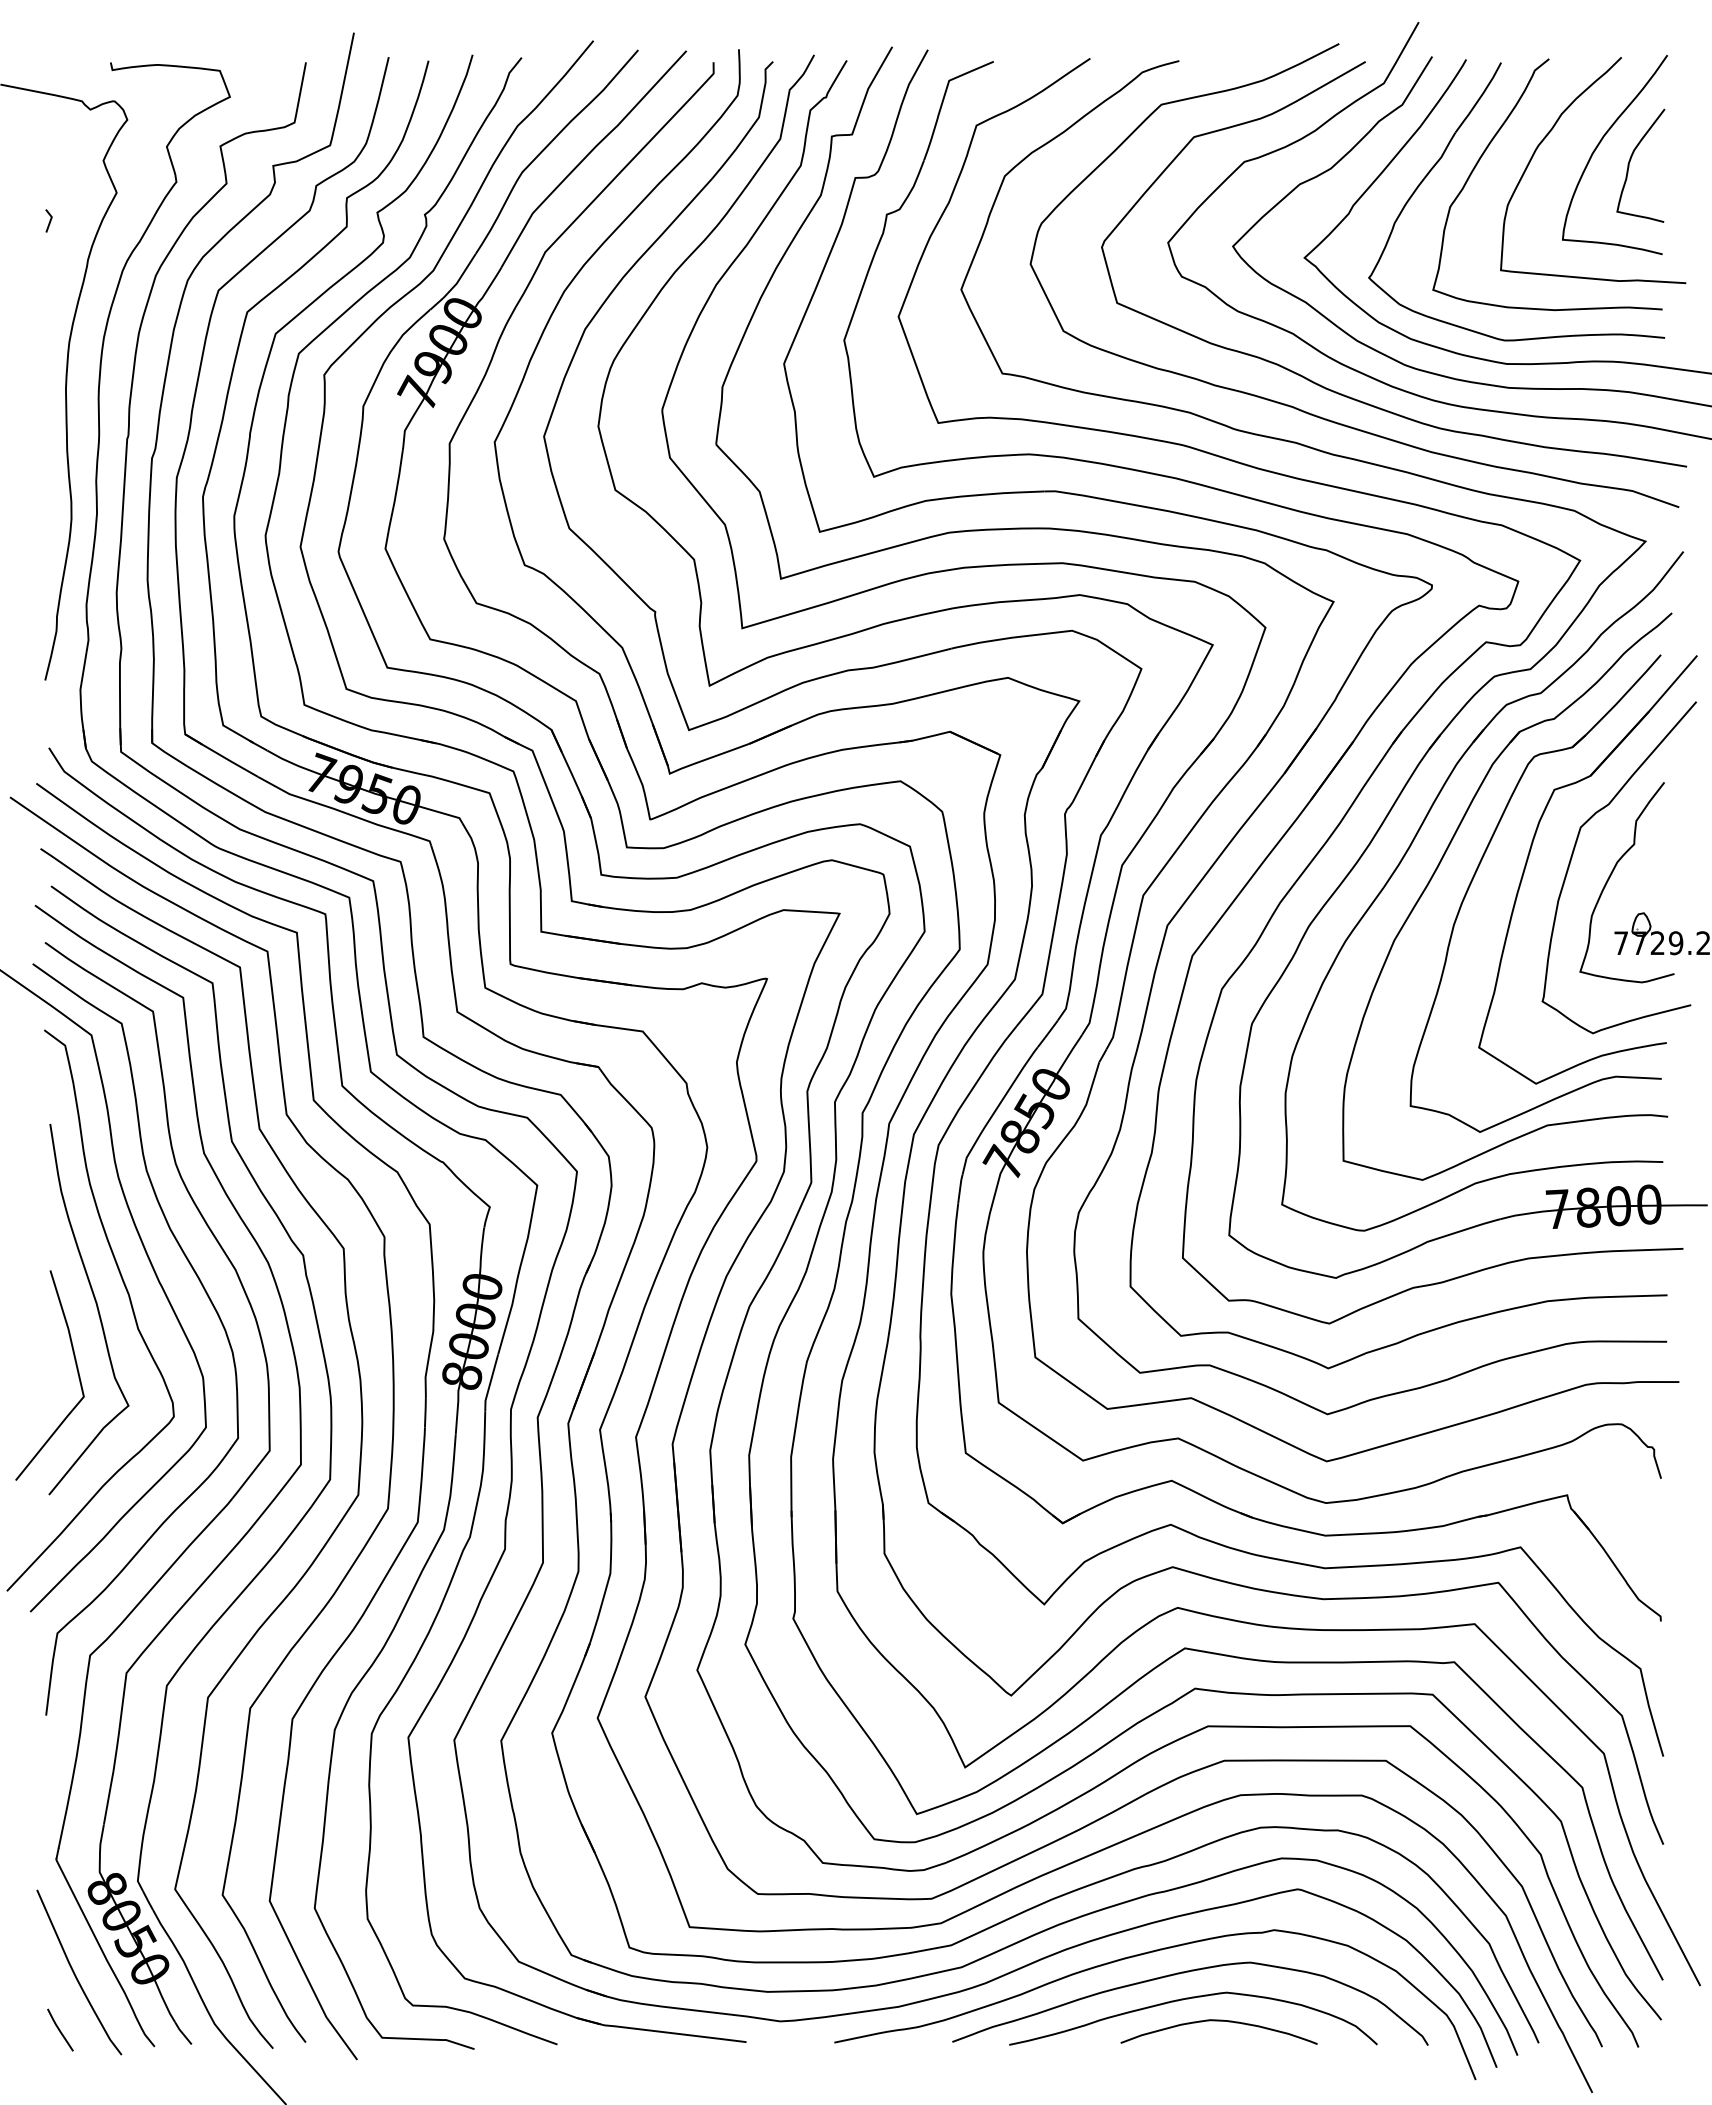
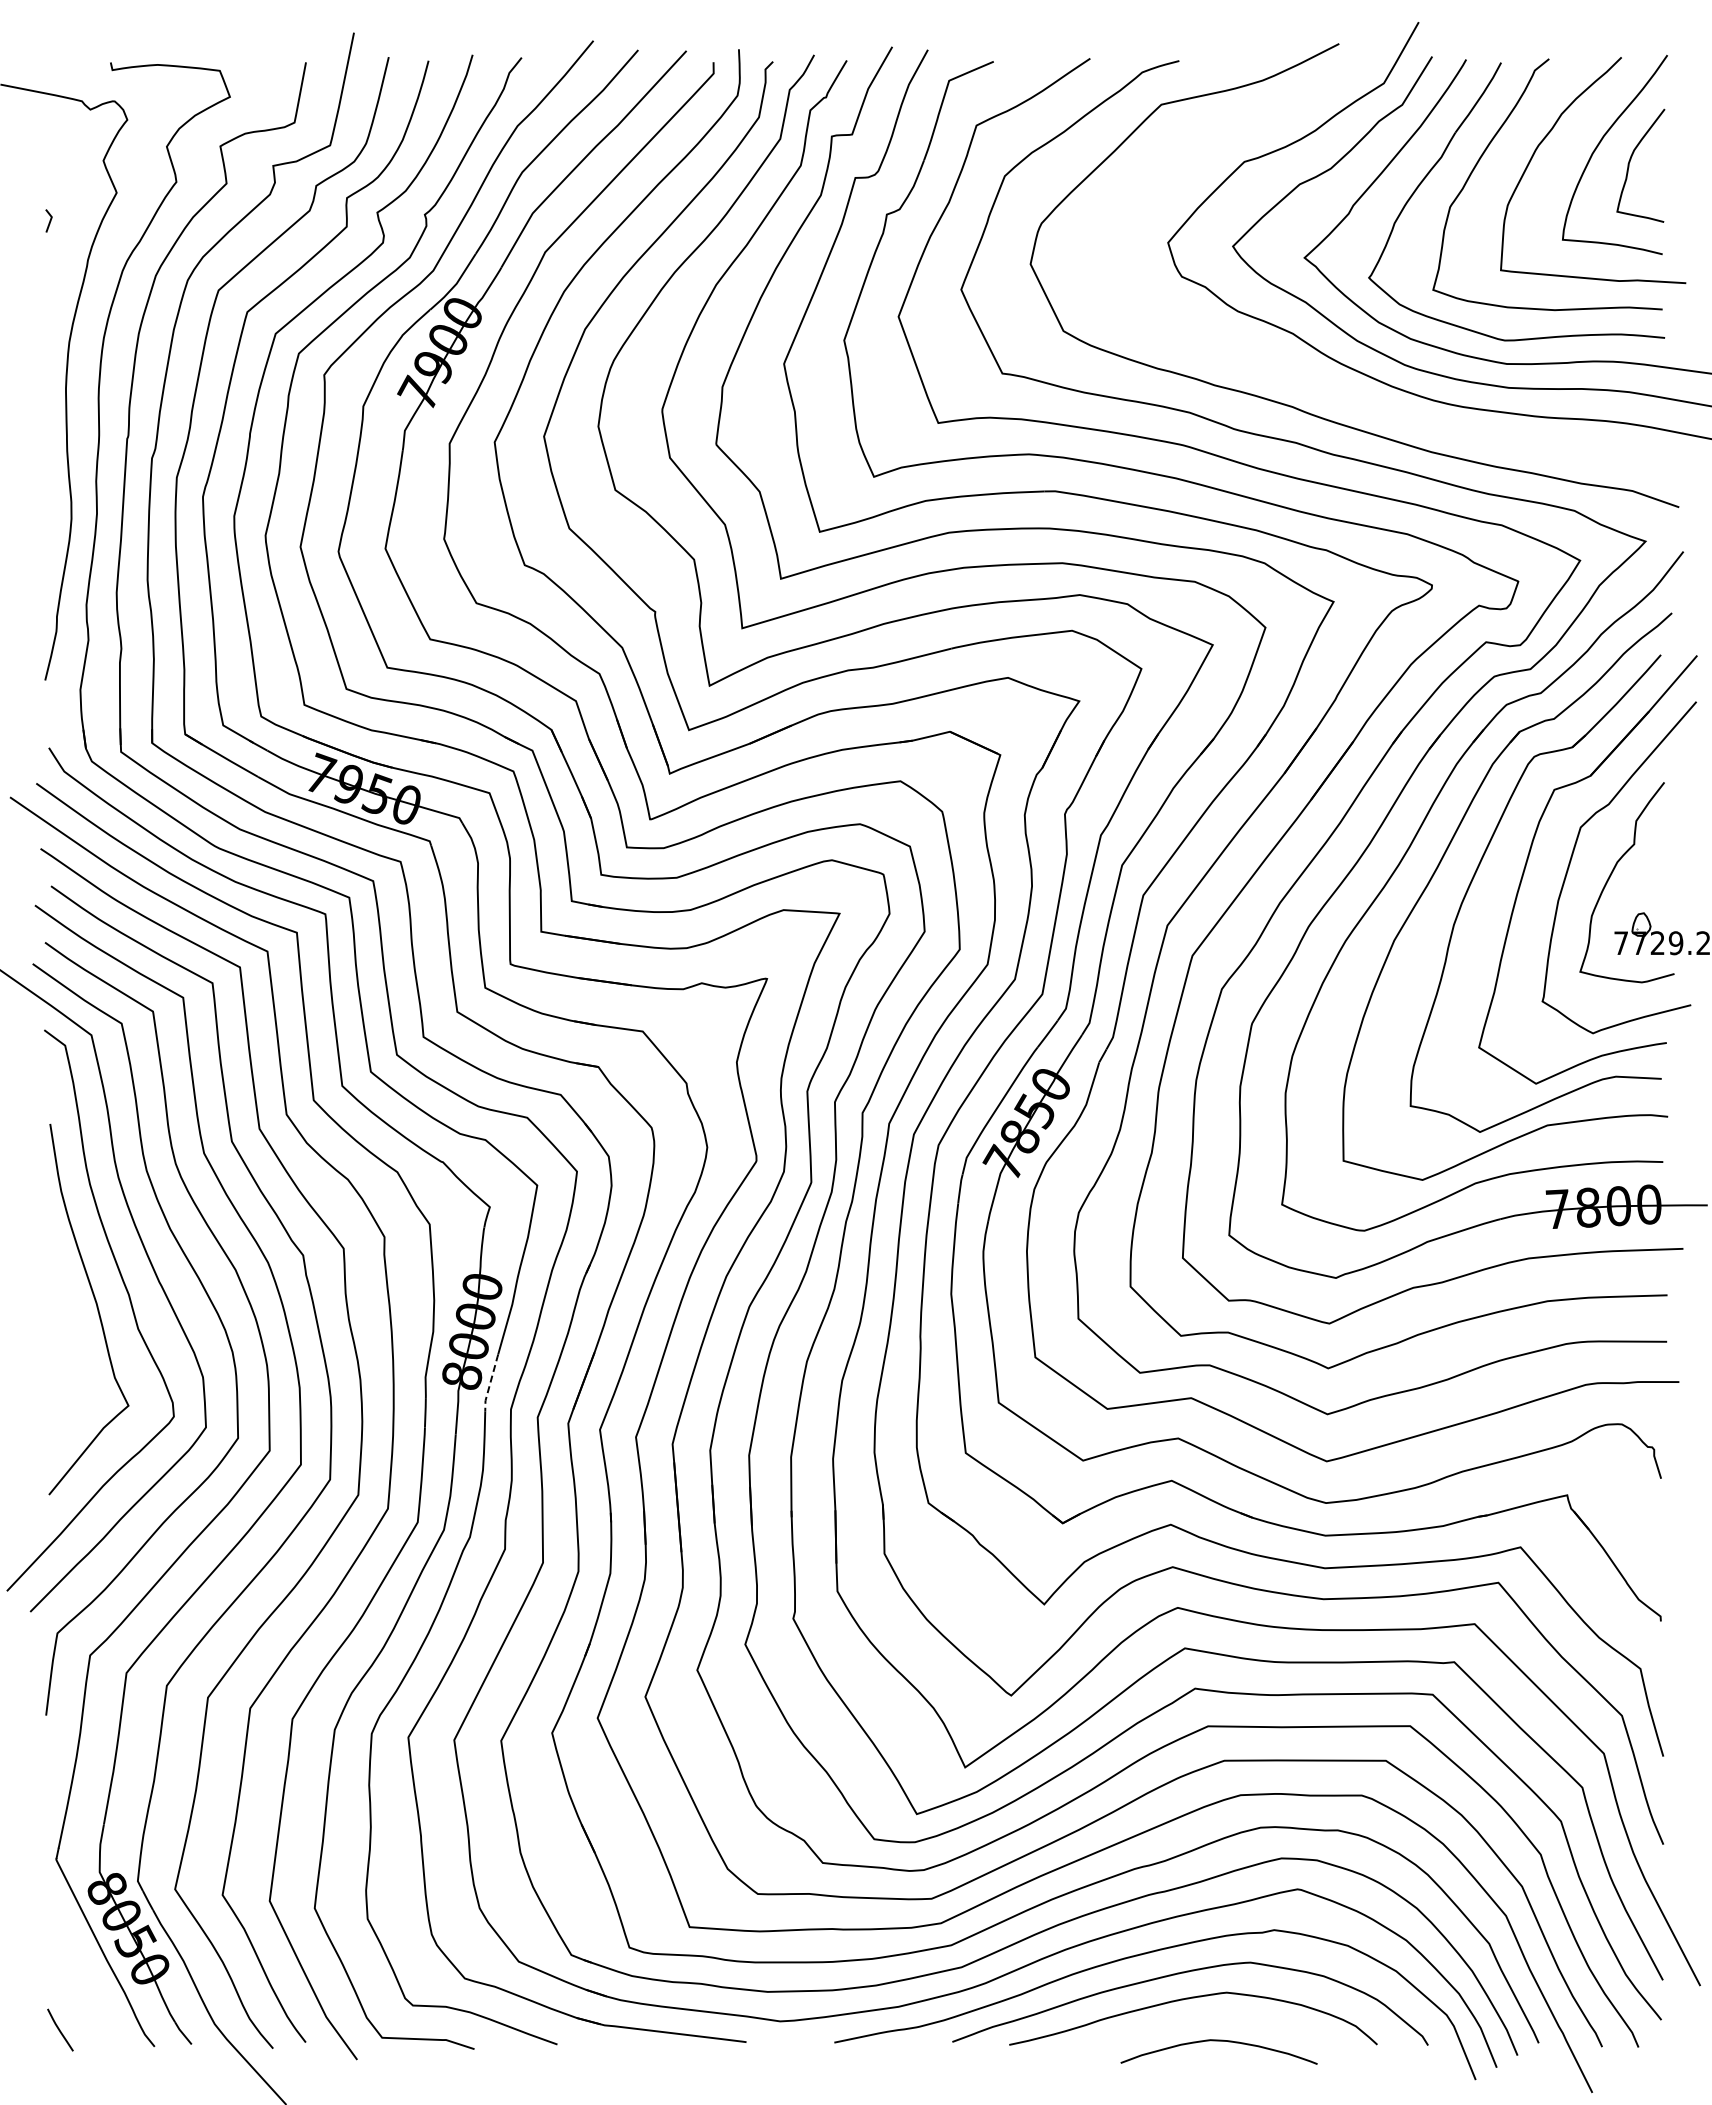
curve at (1347, 395): present -> none
curve at (76, 1369): present -> none
line at (490, 1382): solid -> dashed
curve at (75, 1973): present -> none
curve at (1218, 2021) position: (1218, 2021) -> (1218, 2041)
